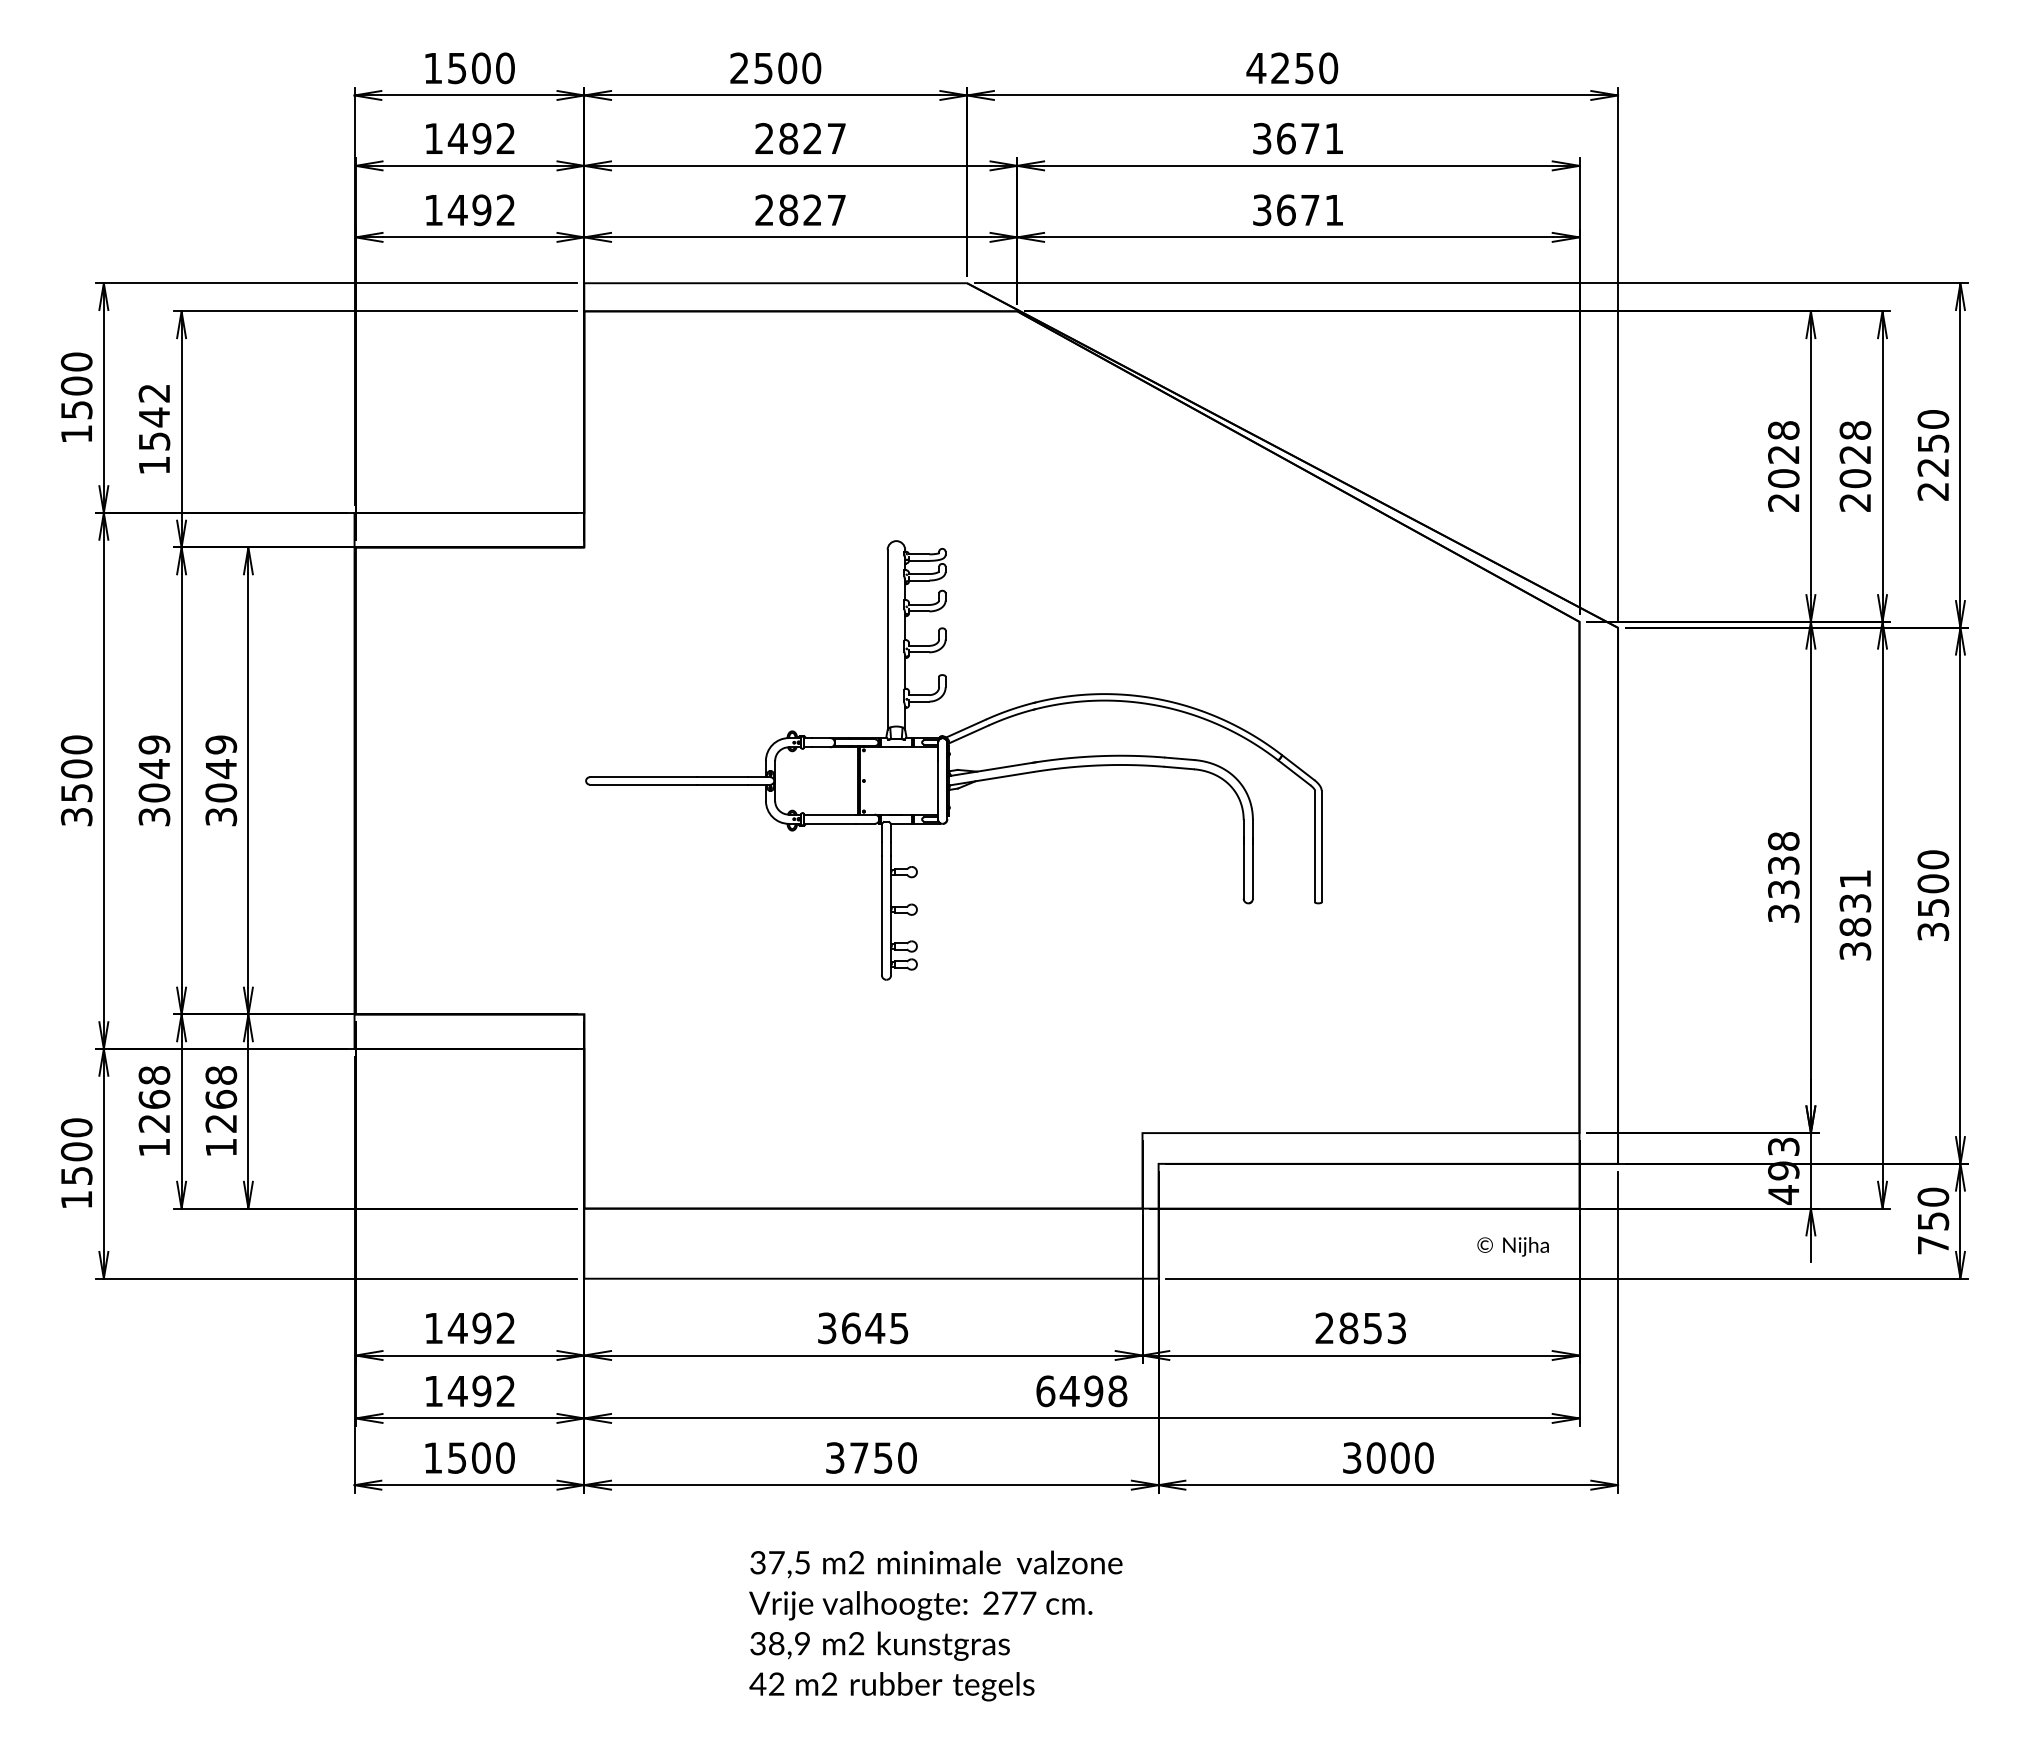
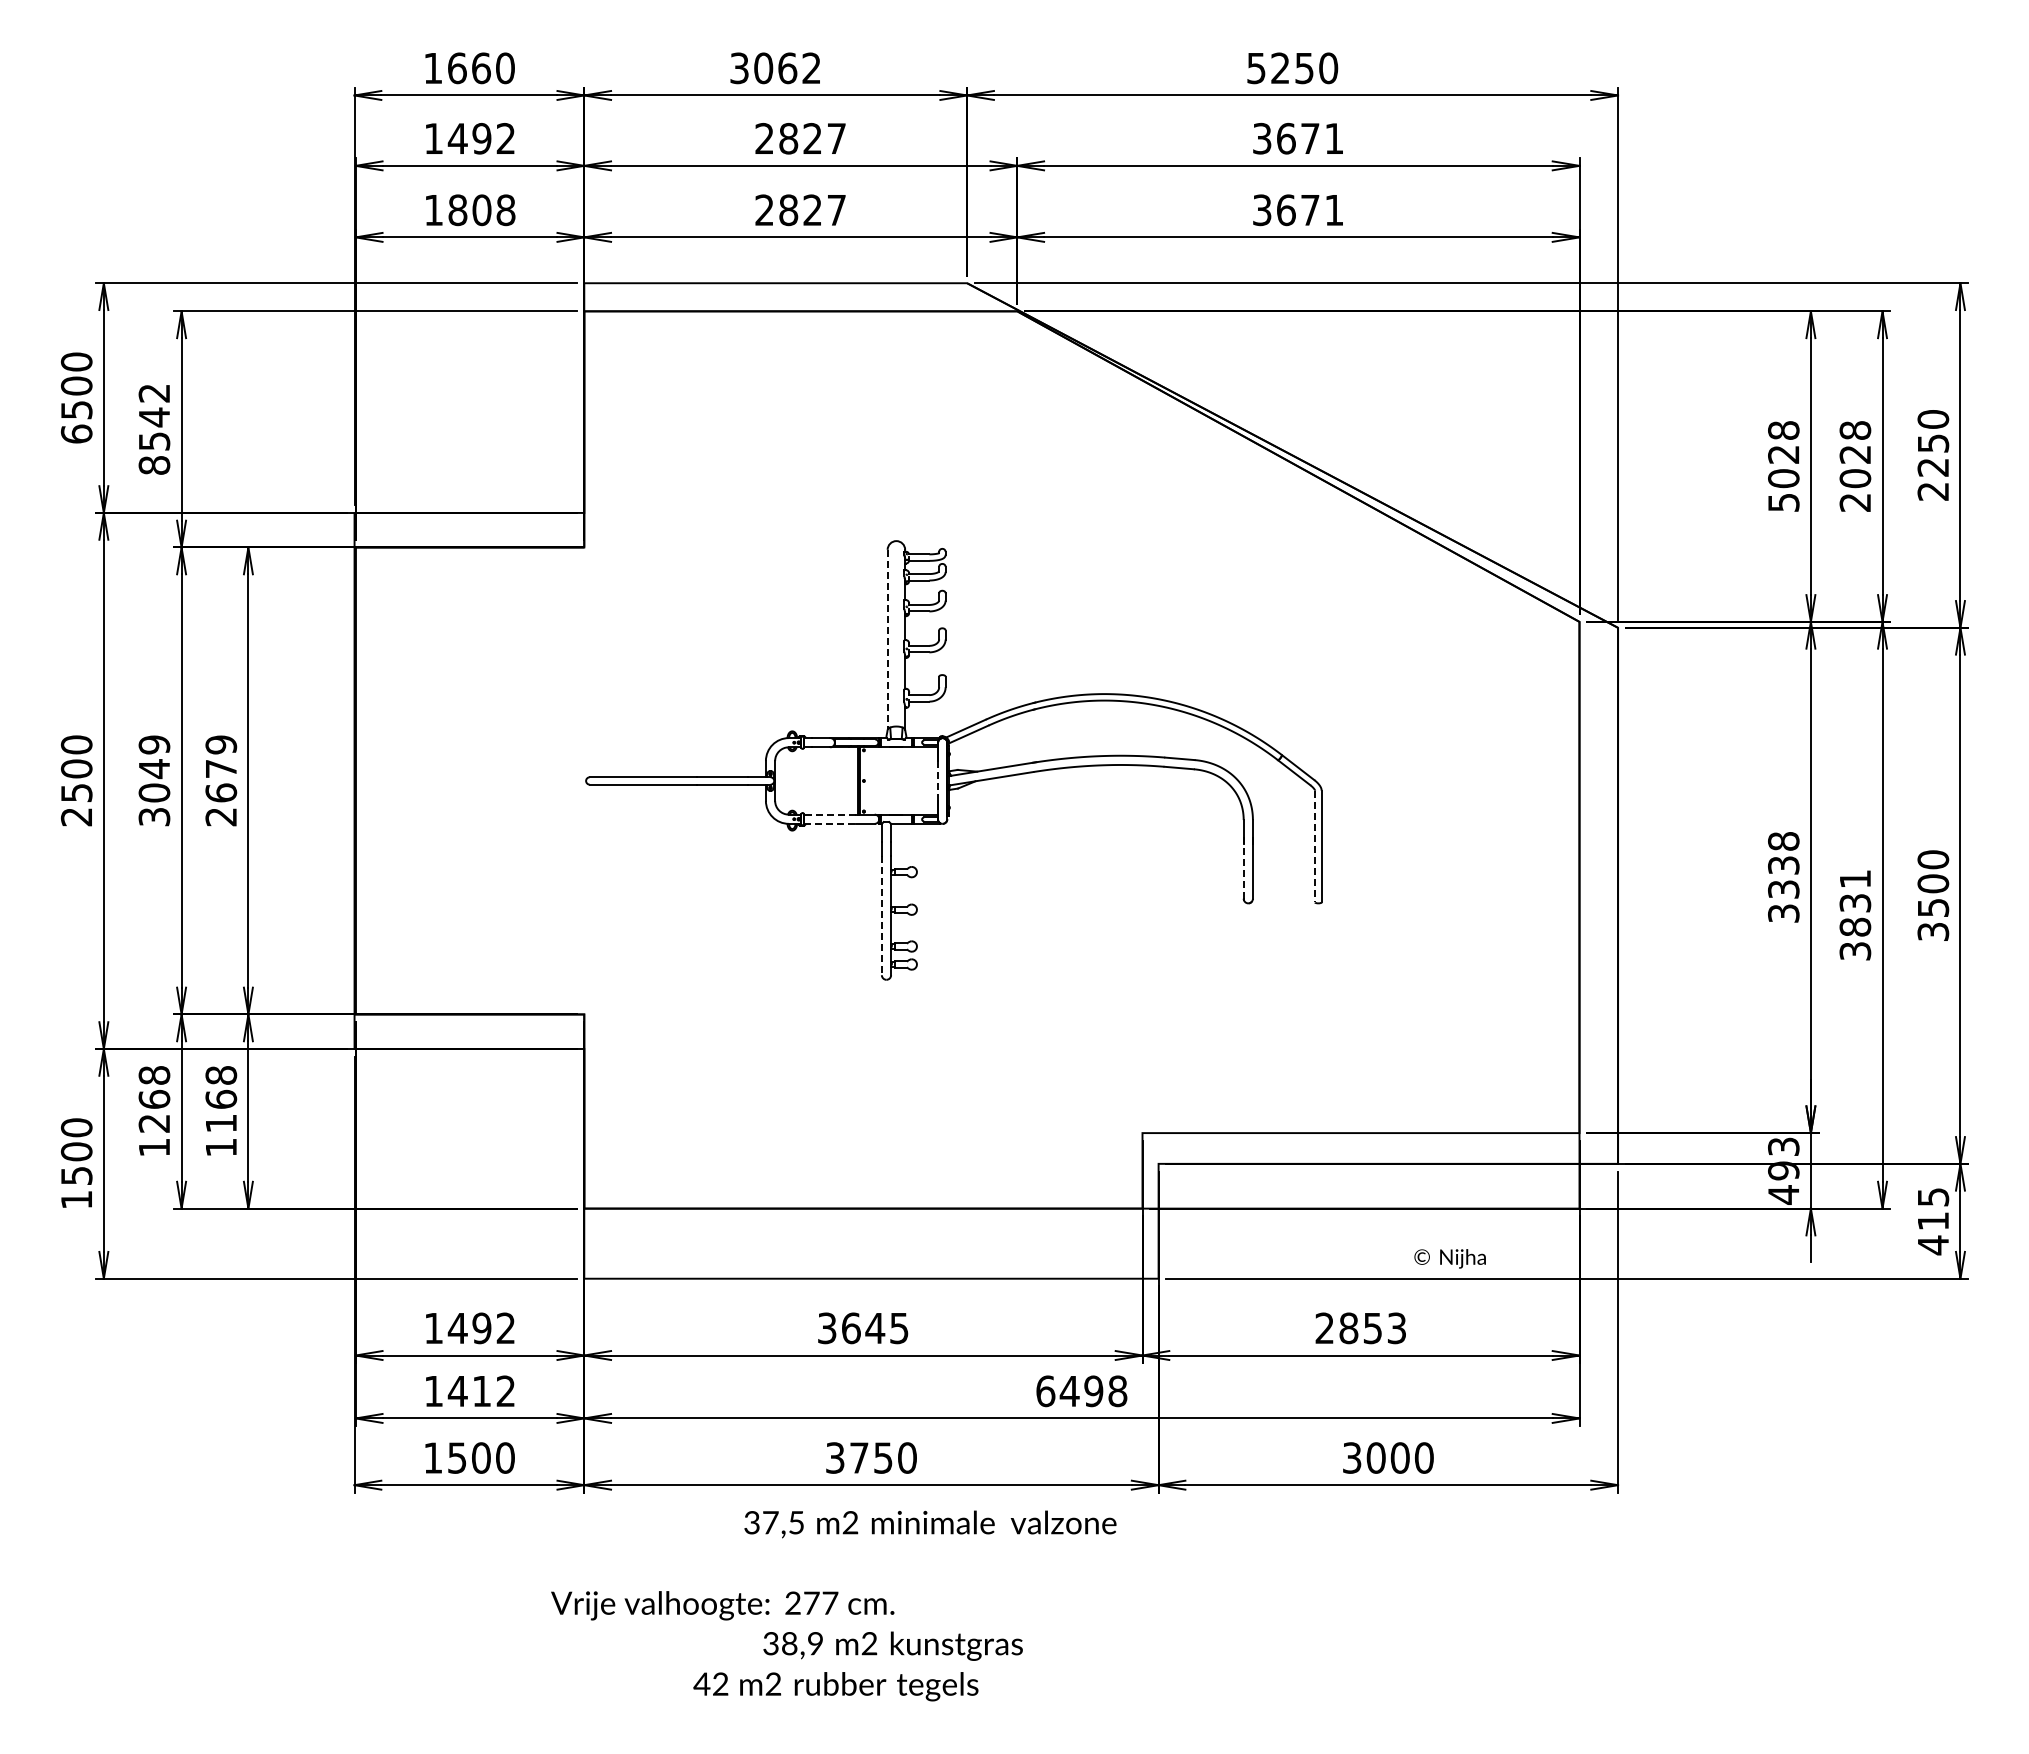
text at (469, 68): 1500 -> 1660
text at (775, 68): 2500 -> 3062
text at (1256, 68): 4250 -> 5250
text at (481, 210): 1492 -> 1808
text at (76, 433): 1500 -> 6500
text at (154, 465): 1542 -> 8542
text at (1783, 502): 2028 -> 5028
line at (887, 640): solid -> dashed
line at (938, 780): solid -> dashed
text at (221, 792): 3049 -> 2679
line at (829, 814): solid -> dashed
text at (76, 817): 3500 -> 2500
line at (830, 823): solid -> dashed
line at (1315, 846): solid -> dashed
line at (1243, 868): solid -> dashed
line at (881, 915): solid -> dashed
text at (220, 1123): 1268 -> 1168
text at (1933, 1221): 750 -> 415
text at (1512, 1246) position: (1512, 1246) -> (1449, 1258)
text at (481, 1391): 1492 -> 1412
text at (936, 1564) position: (936, 1564) -> (930, 1524)
text at (920, 1605) position: (920, 1605) -> (722, 1605)
text at (879, 1645) position: (879, 1645) -> (892, 1645)
text at (891, 1686) position: (891, 1686) -> (835, 1686)
